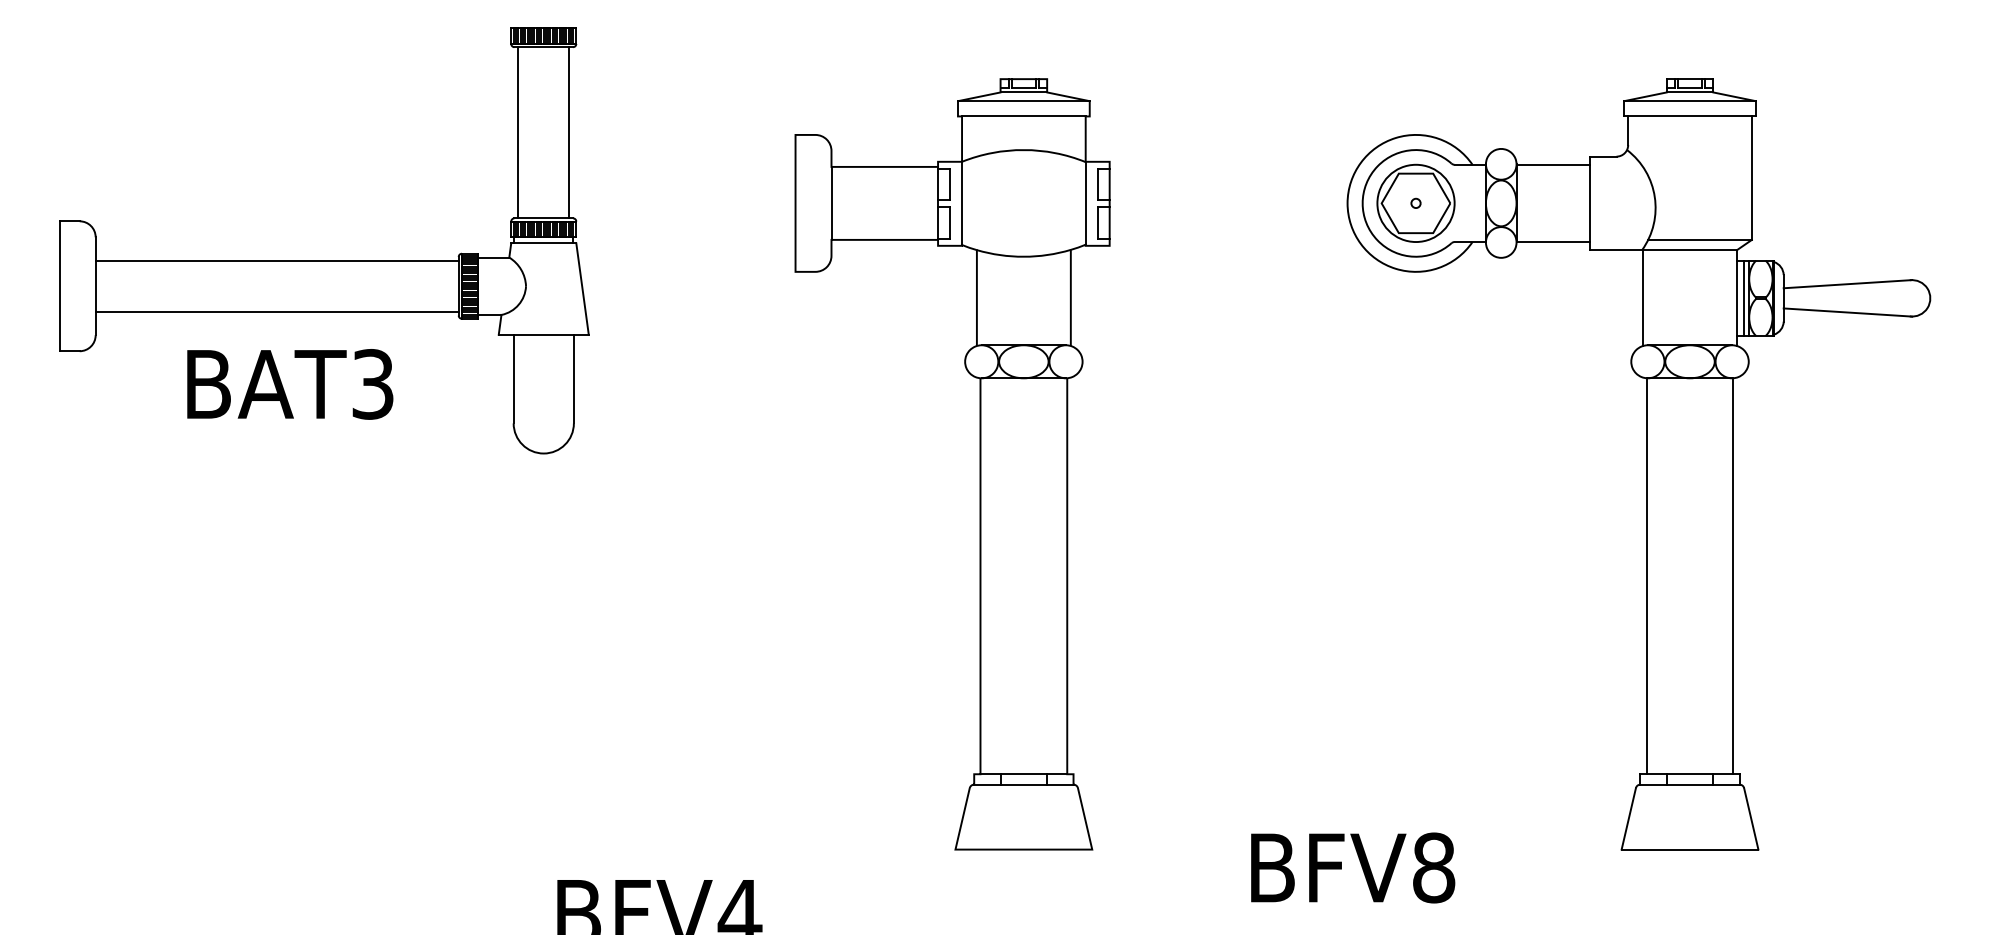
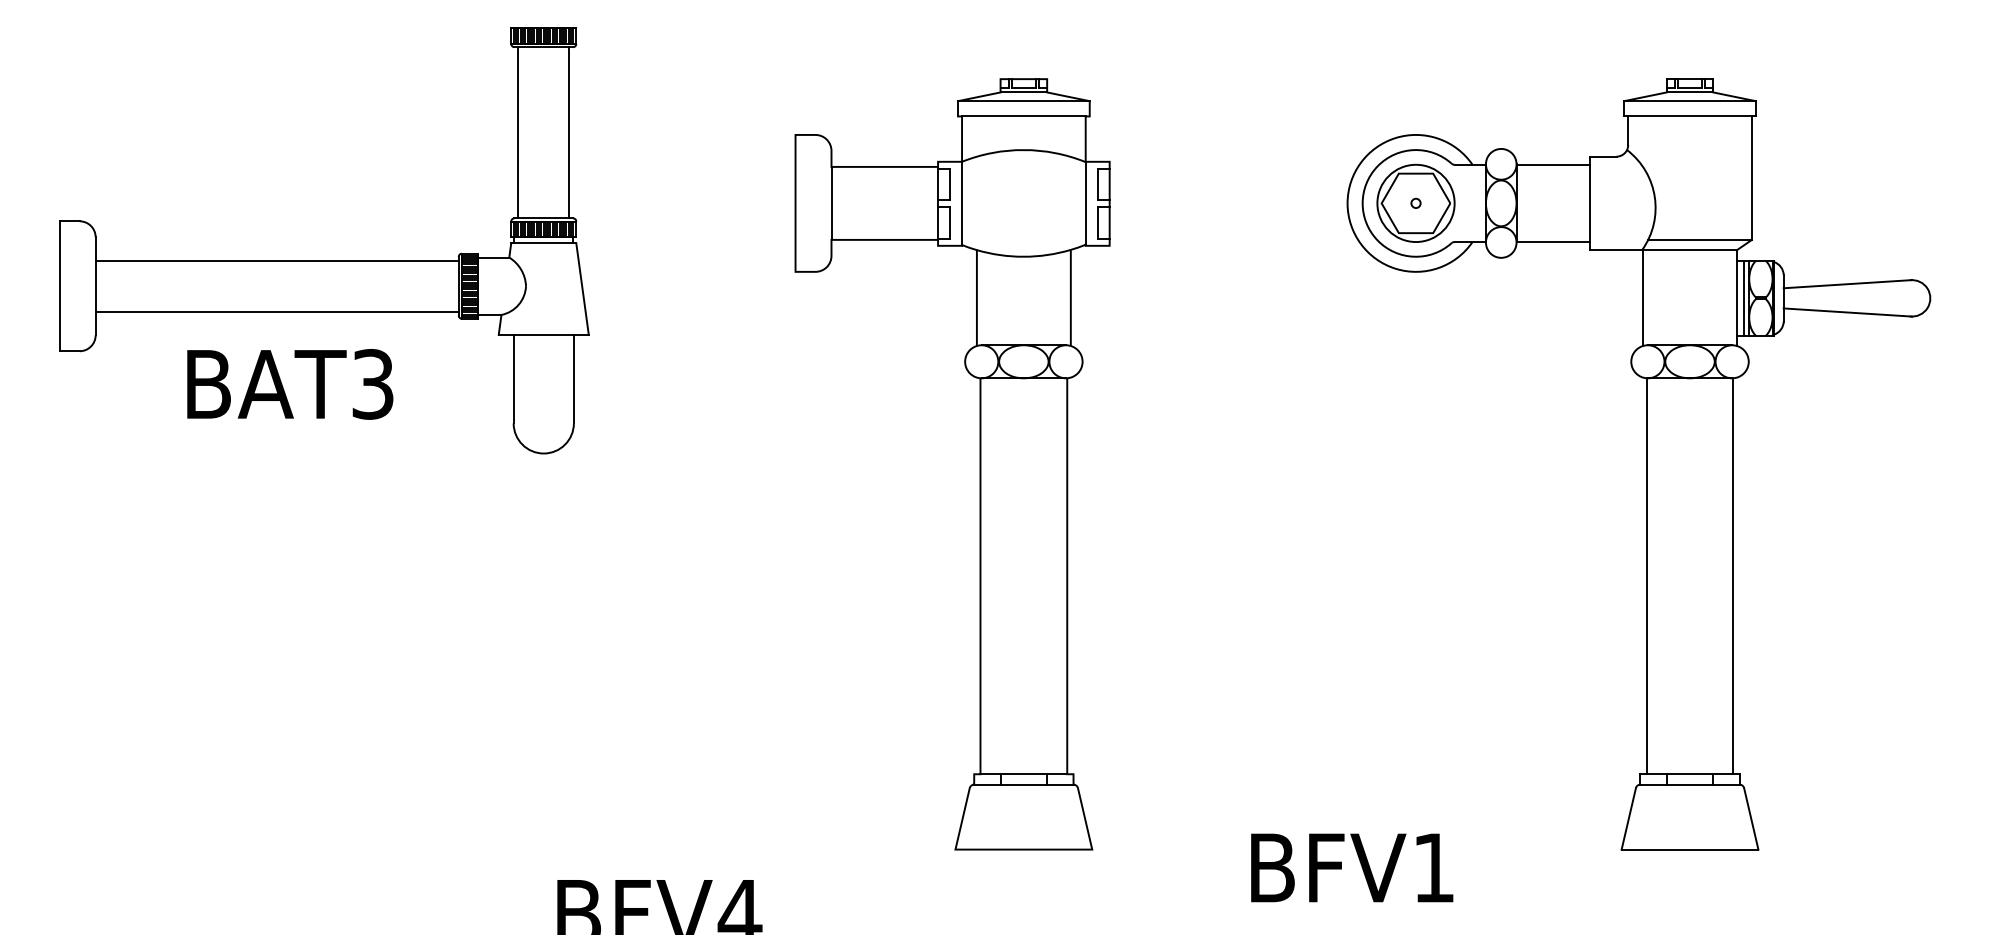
text at (1434, 867): BFV8 -> BFV1
